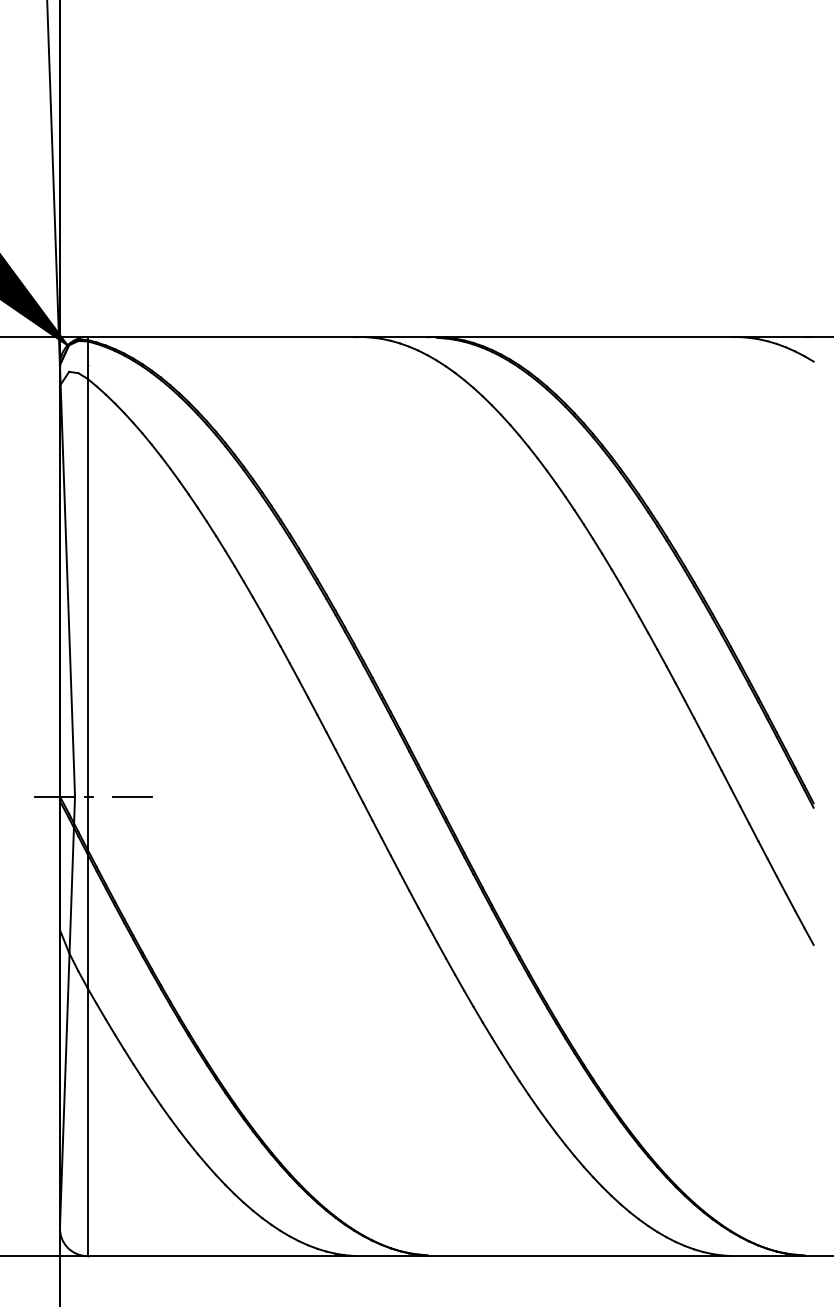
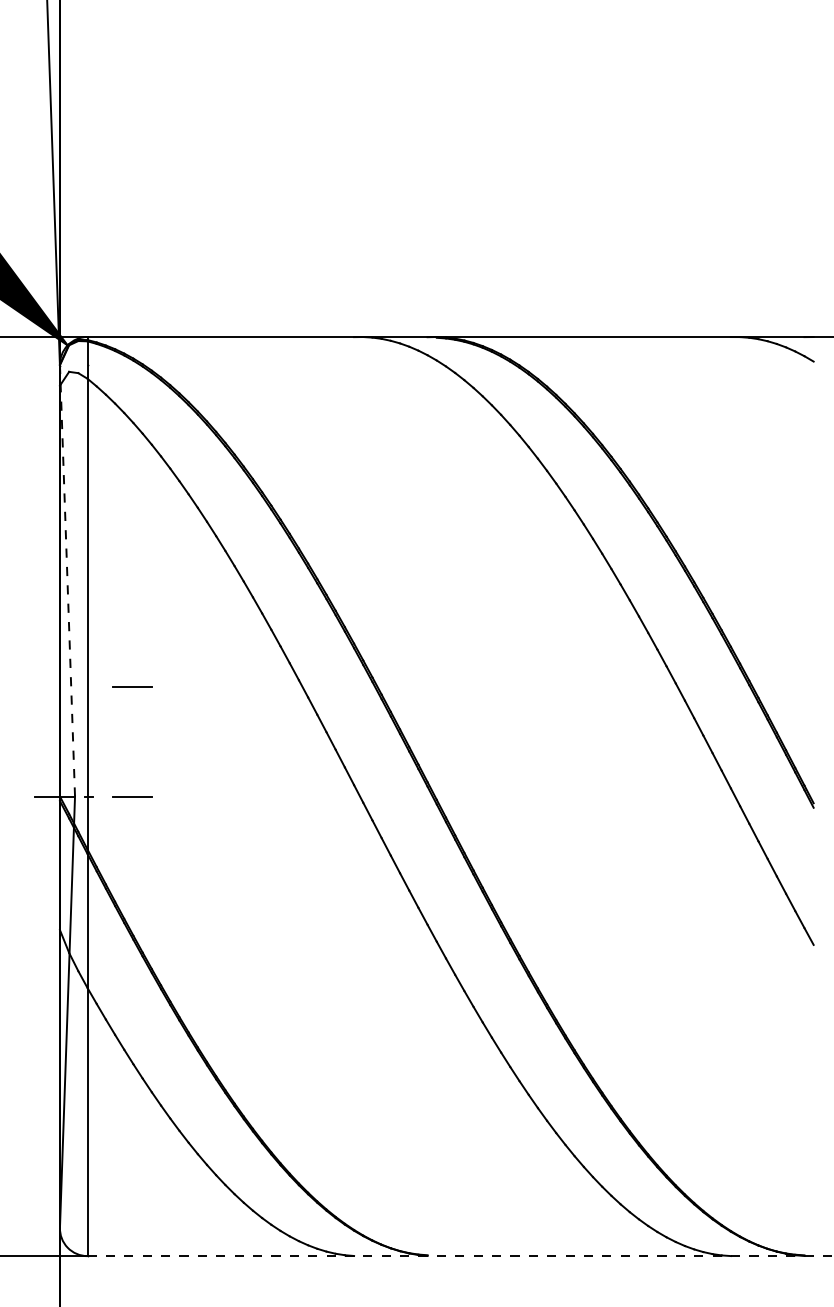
line at (67, 581): solid -> dashed
line at (132, 686): none -> present
line at (460, 1256): solid -> dashed
